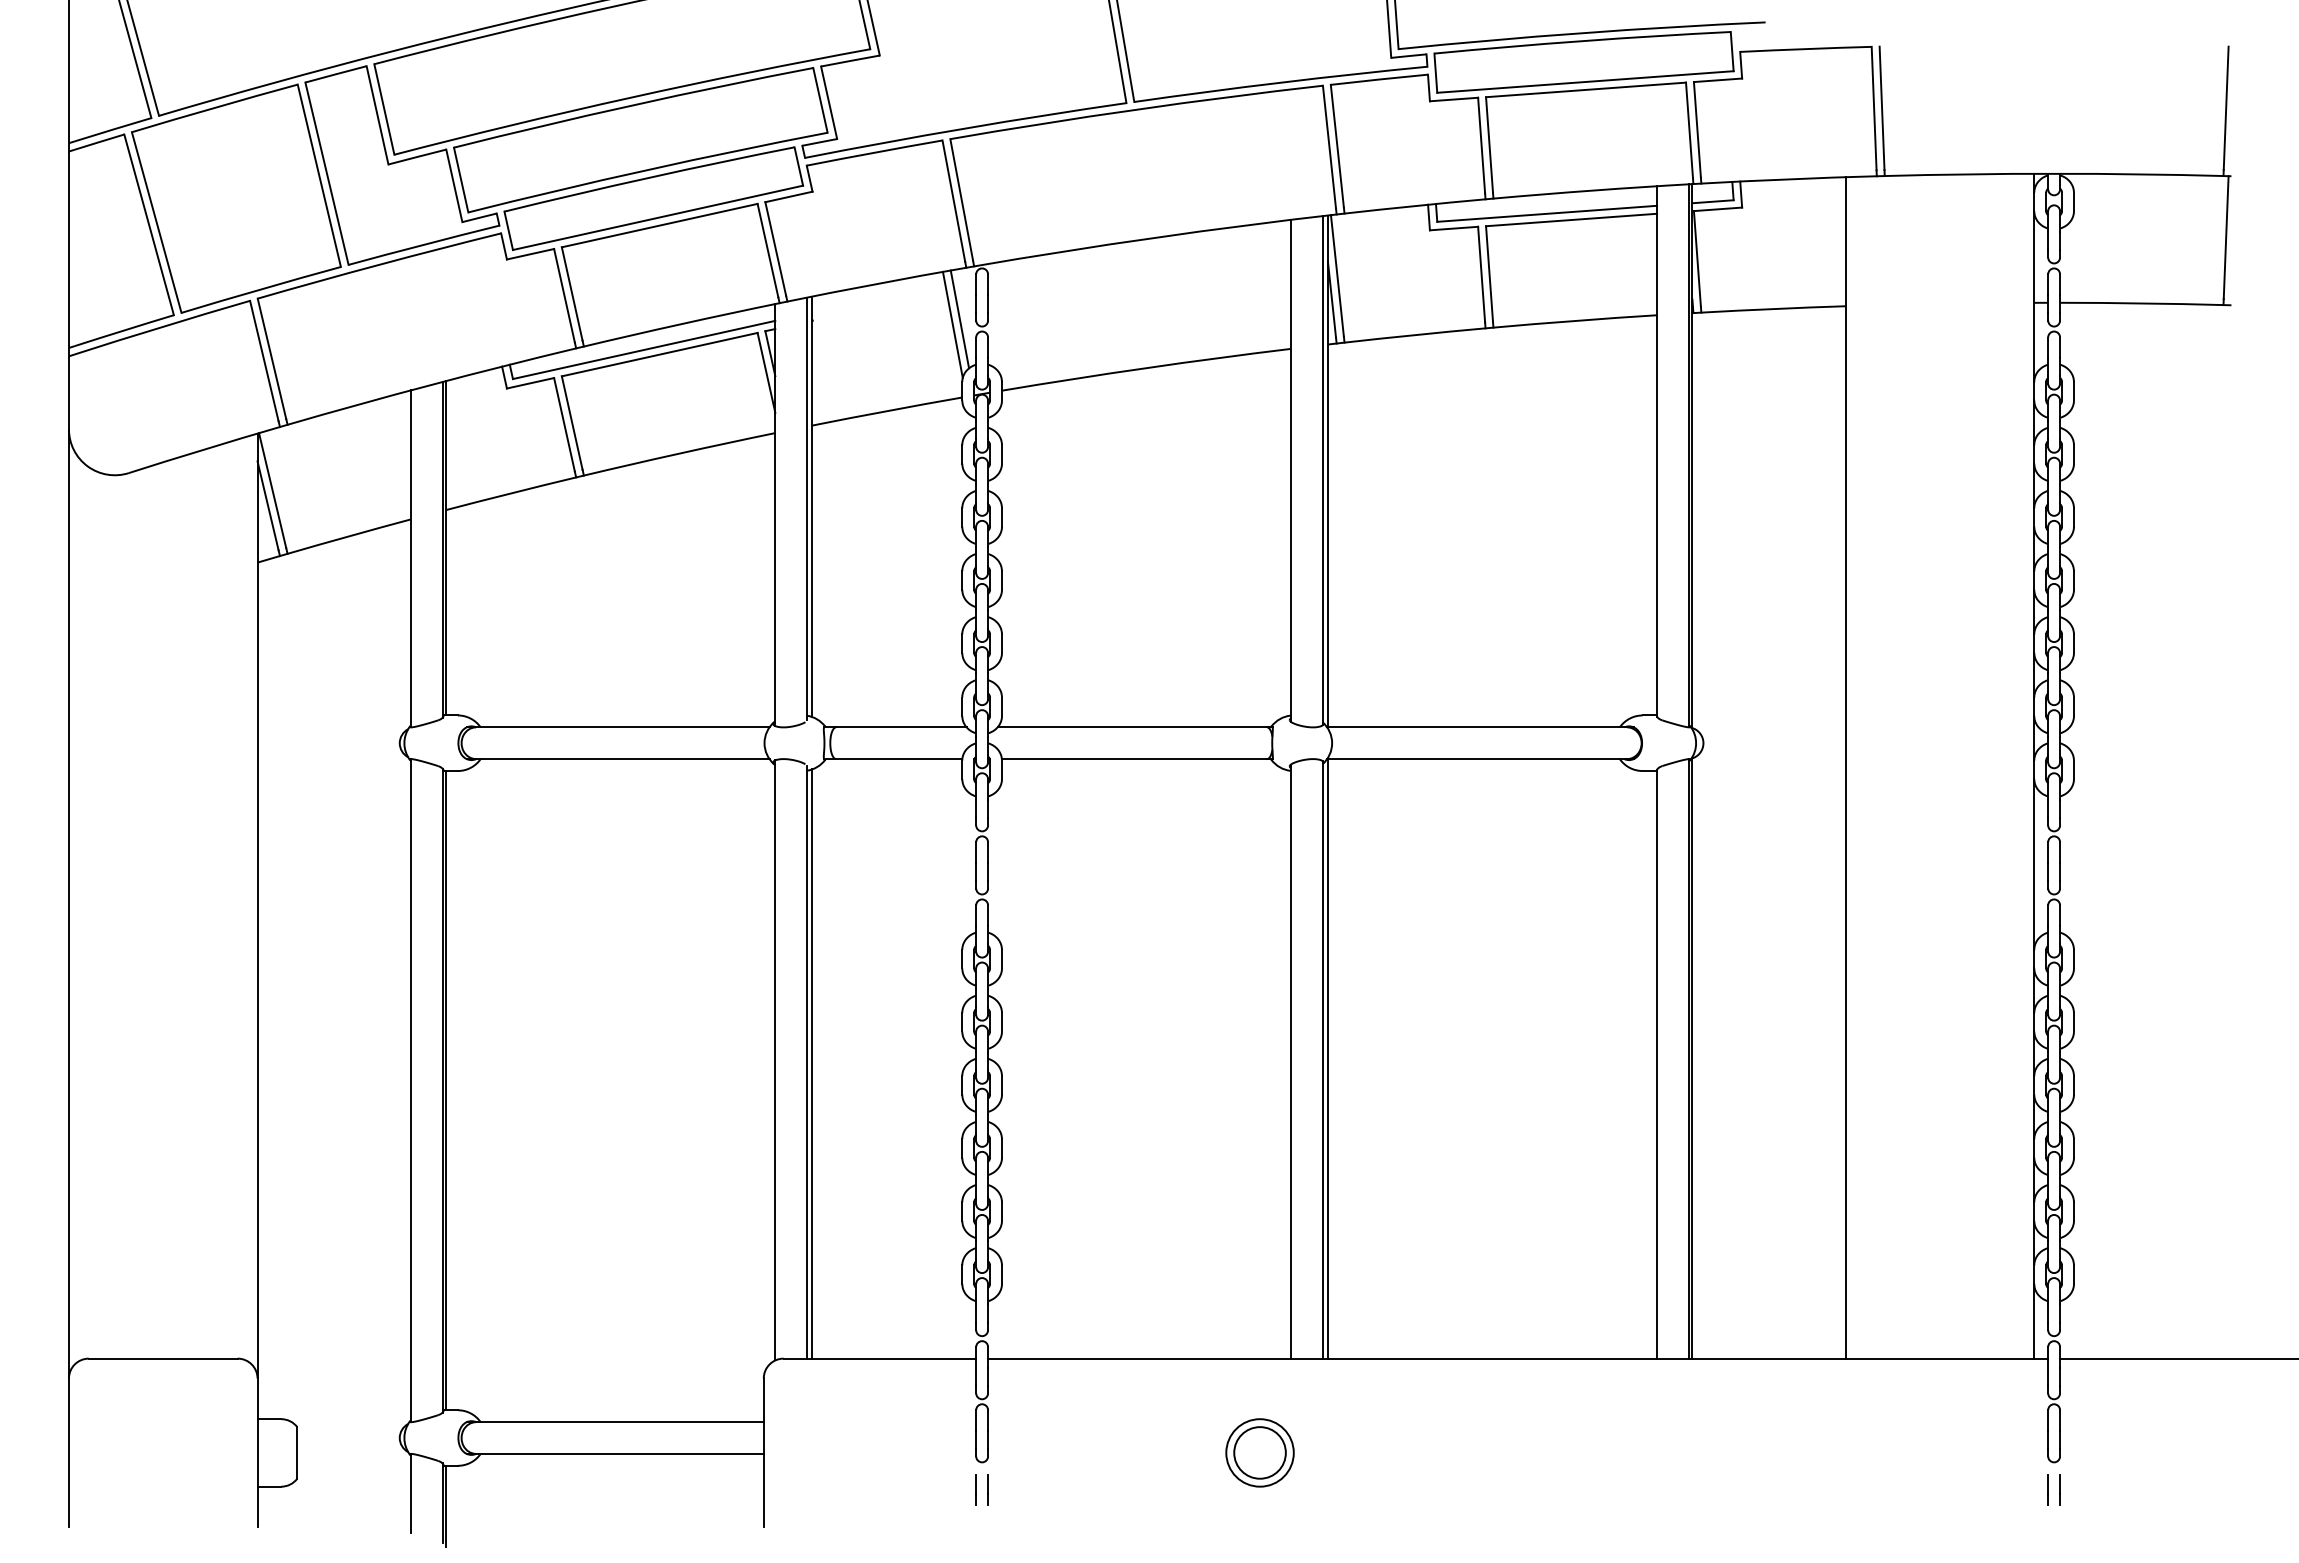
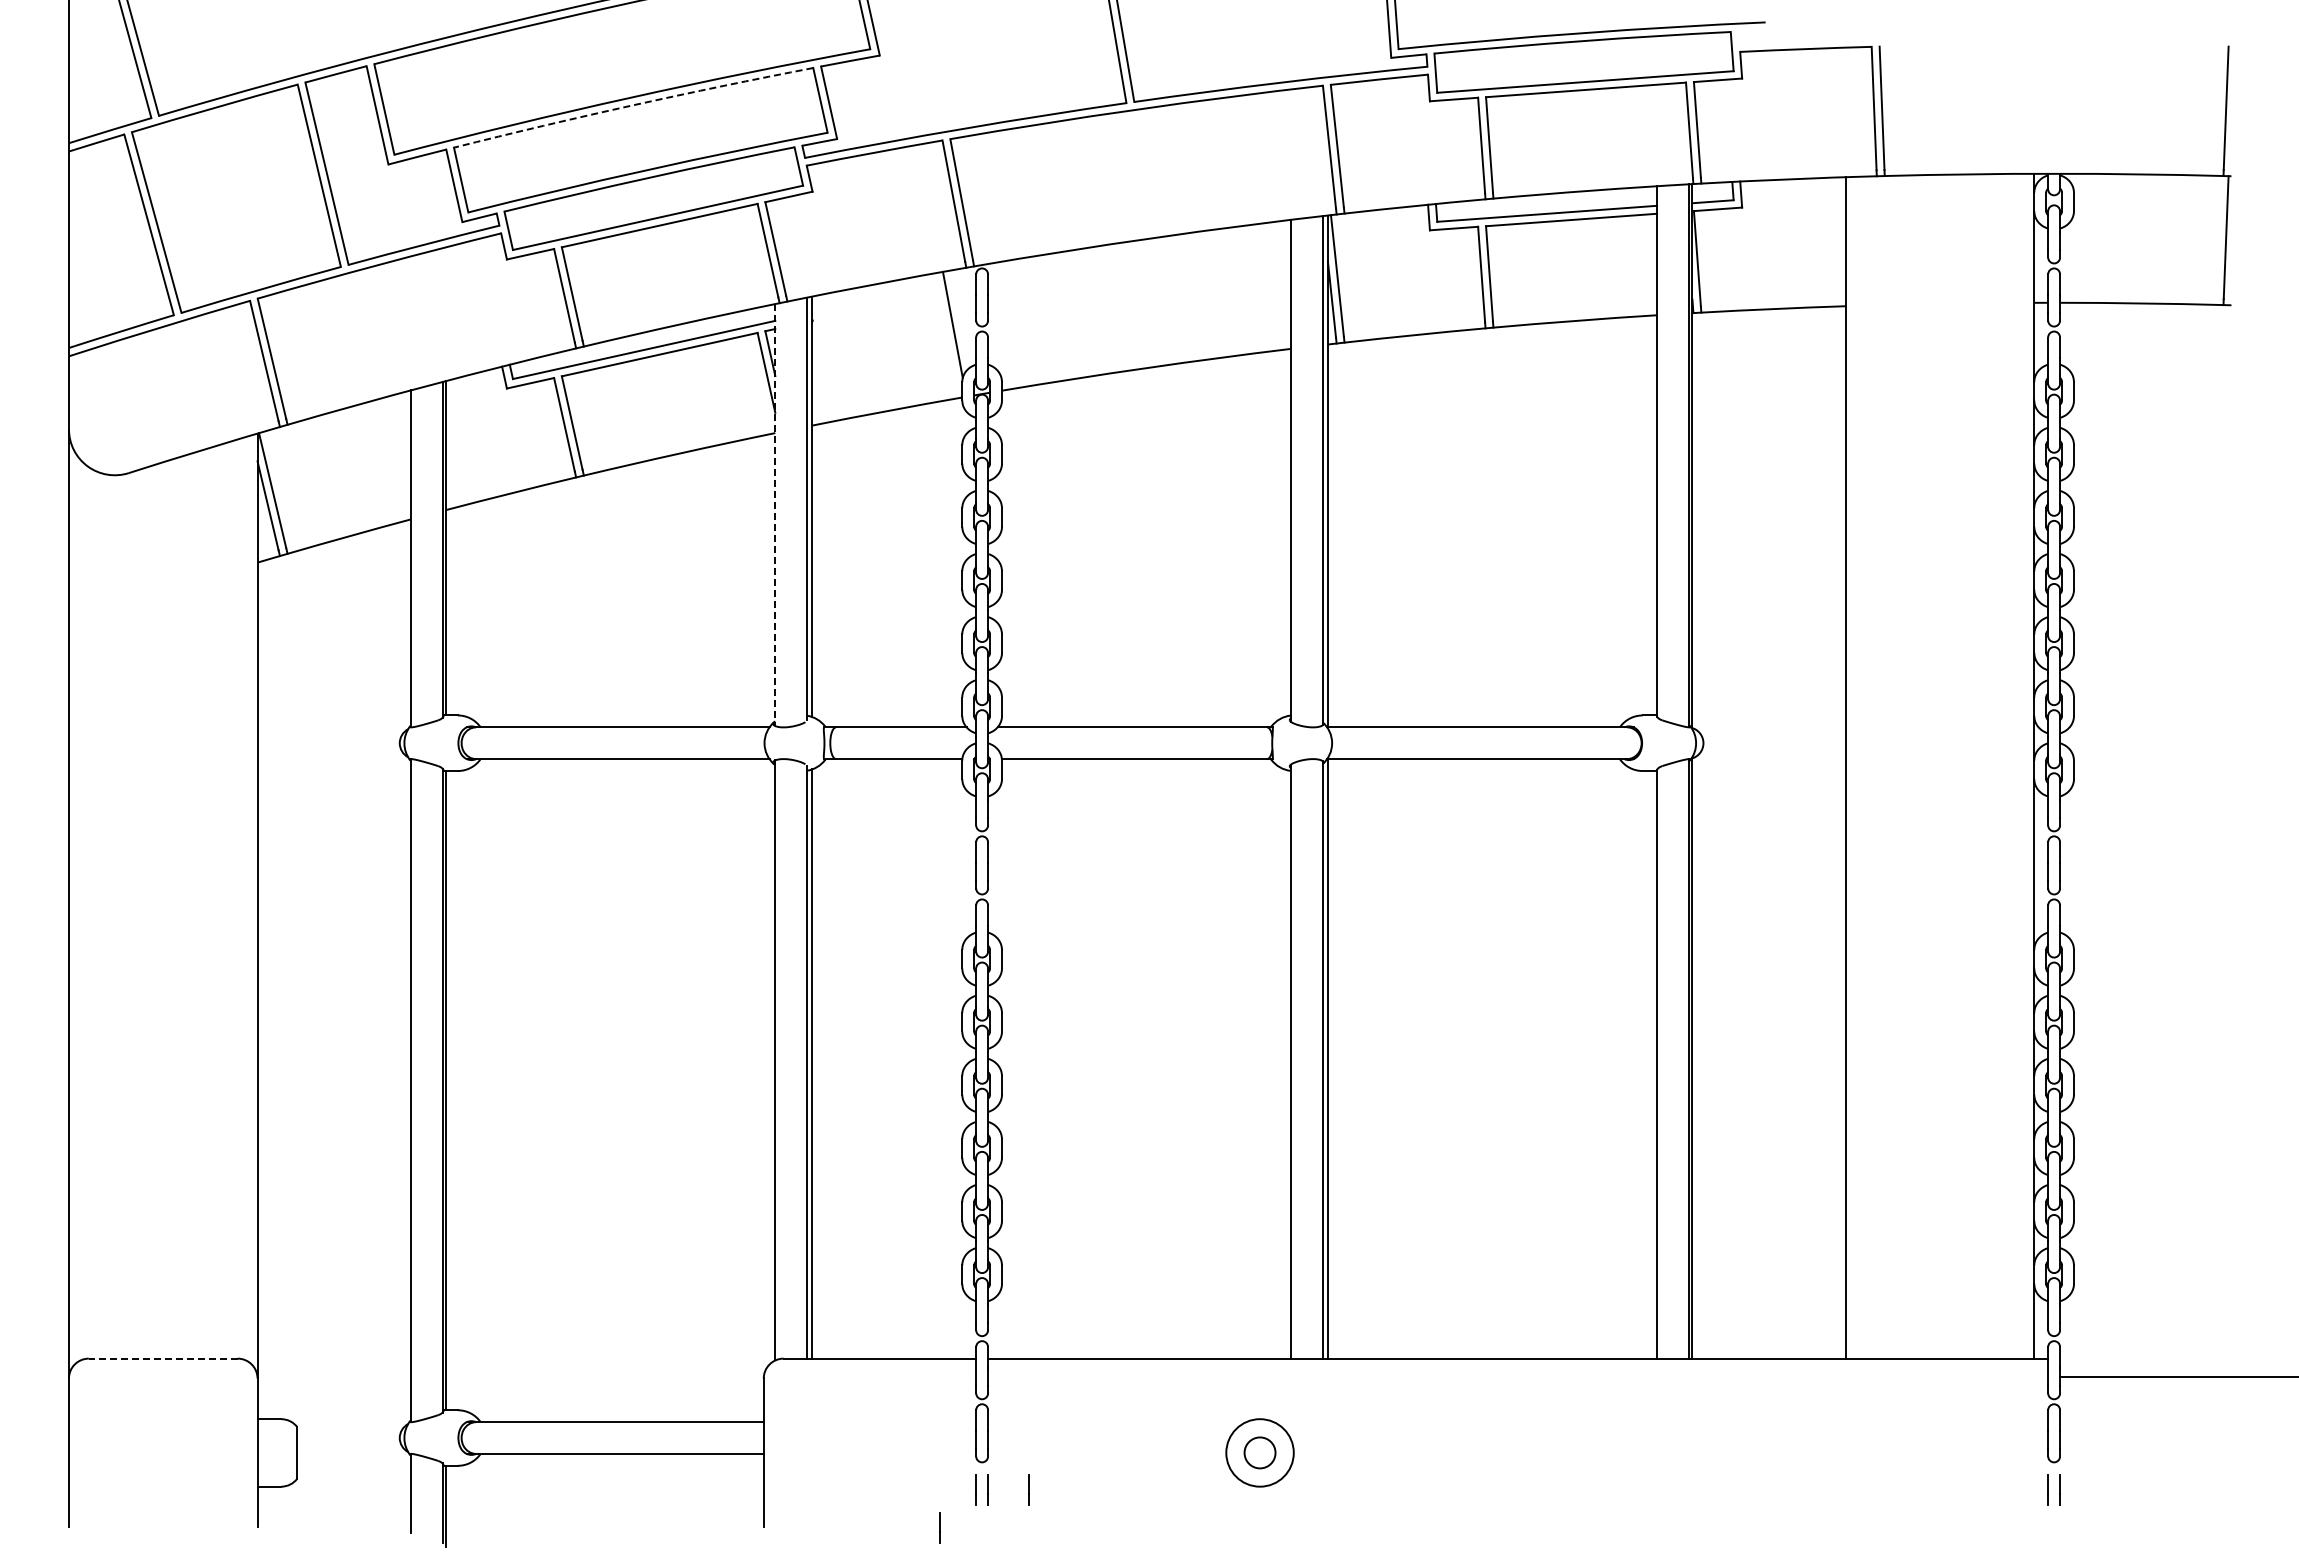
arc at (633, 105): solid -> dashed
line at (959, 319): present -> none
line at (775, 515): solid -> dashed
line at (162, 1358): solid -> dashed
line at (2177, 1358) position: (2177, 1358) -> (2177, 1376)
circle at (1259, 1452) diameter: 52 px -> 31 px
line at (1028, 1489): none -> present
line at (939, 1527): none -> present
